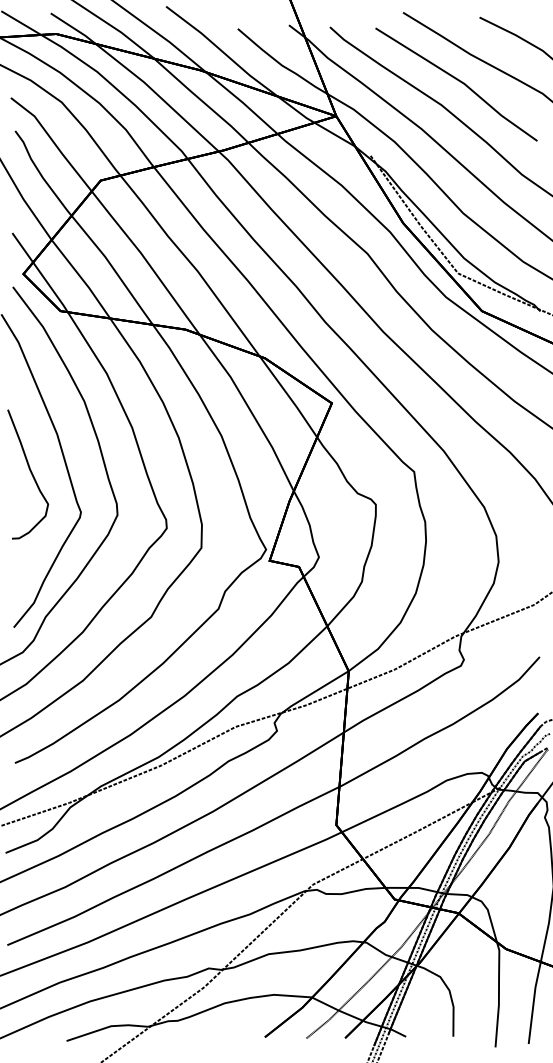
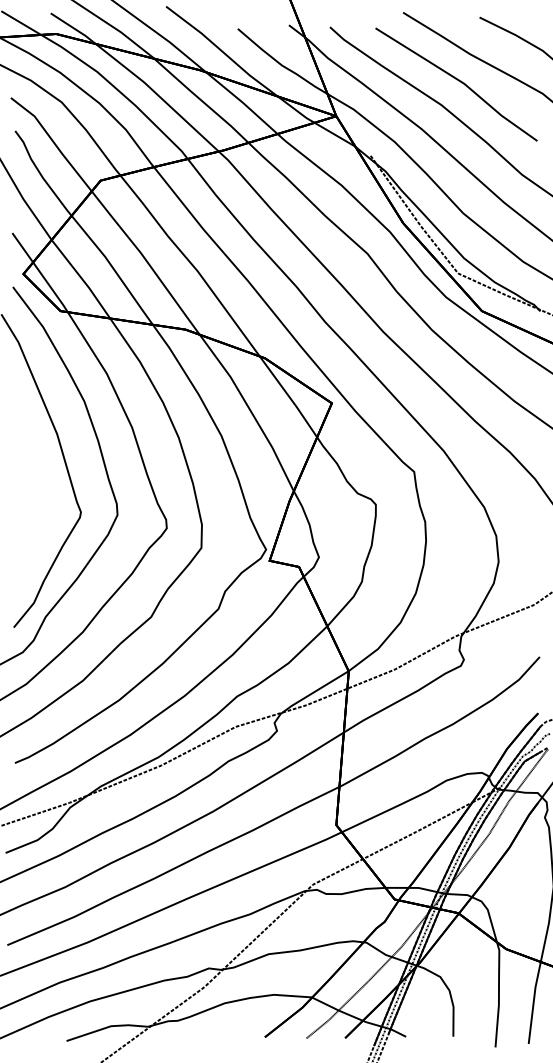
part at (28, 474): present -> none
